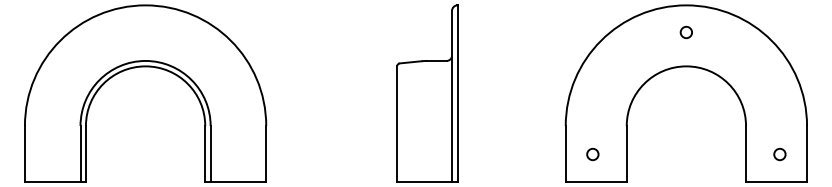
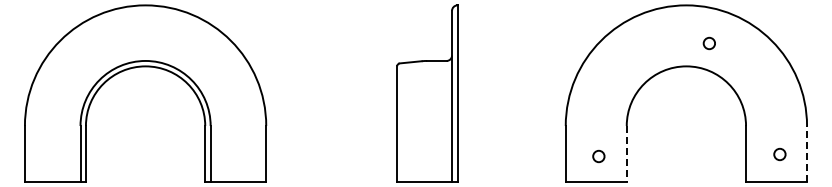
circle at (685, 32) position: (685, 32) -> (708, 43)
line at (626, 153): solid -> dashed
line at (807, 153): solid -> dashed
circle at (592, 154) position: (592, 154) -> (598, 156)
